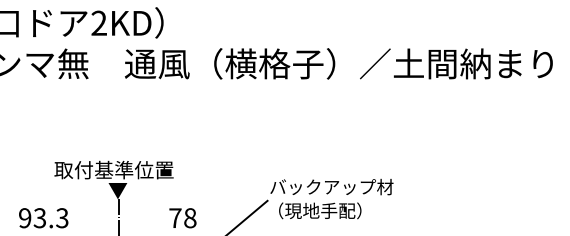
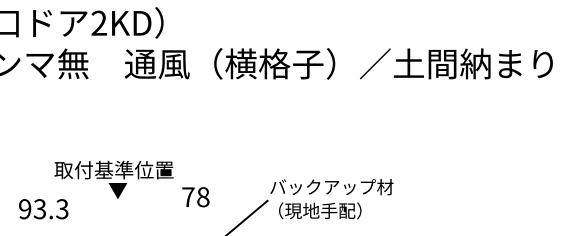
line at (118, 215): present -> none
text at (43, 218) position: (43, 218) -> (43, 209)
text at (182, 218) position: (182, 218) -> (195, 197)
